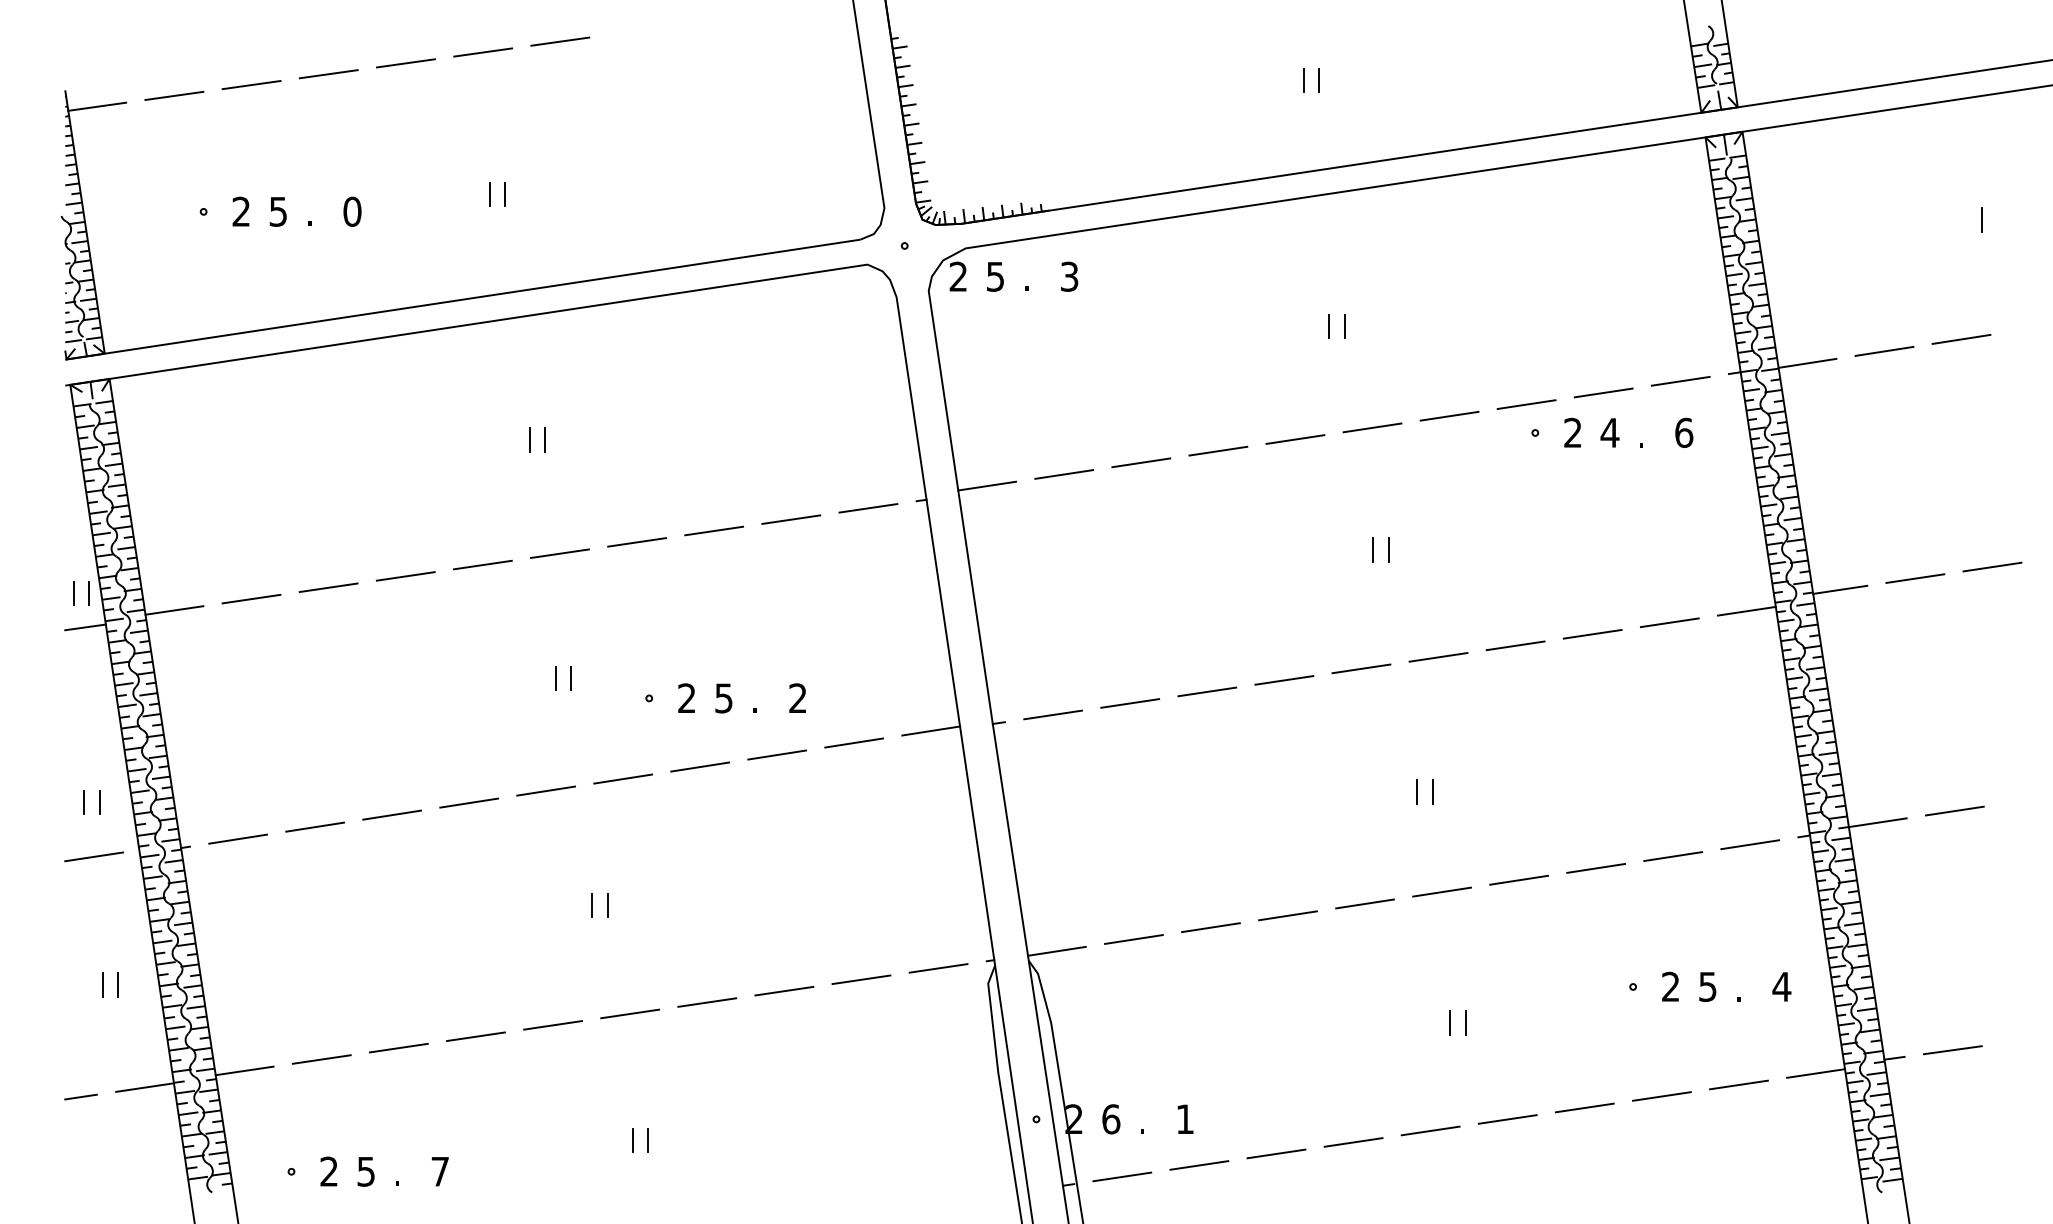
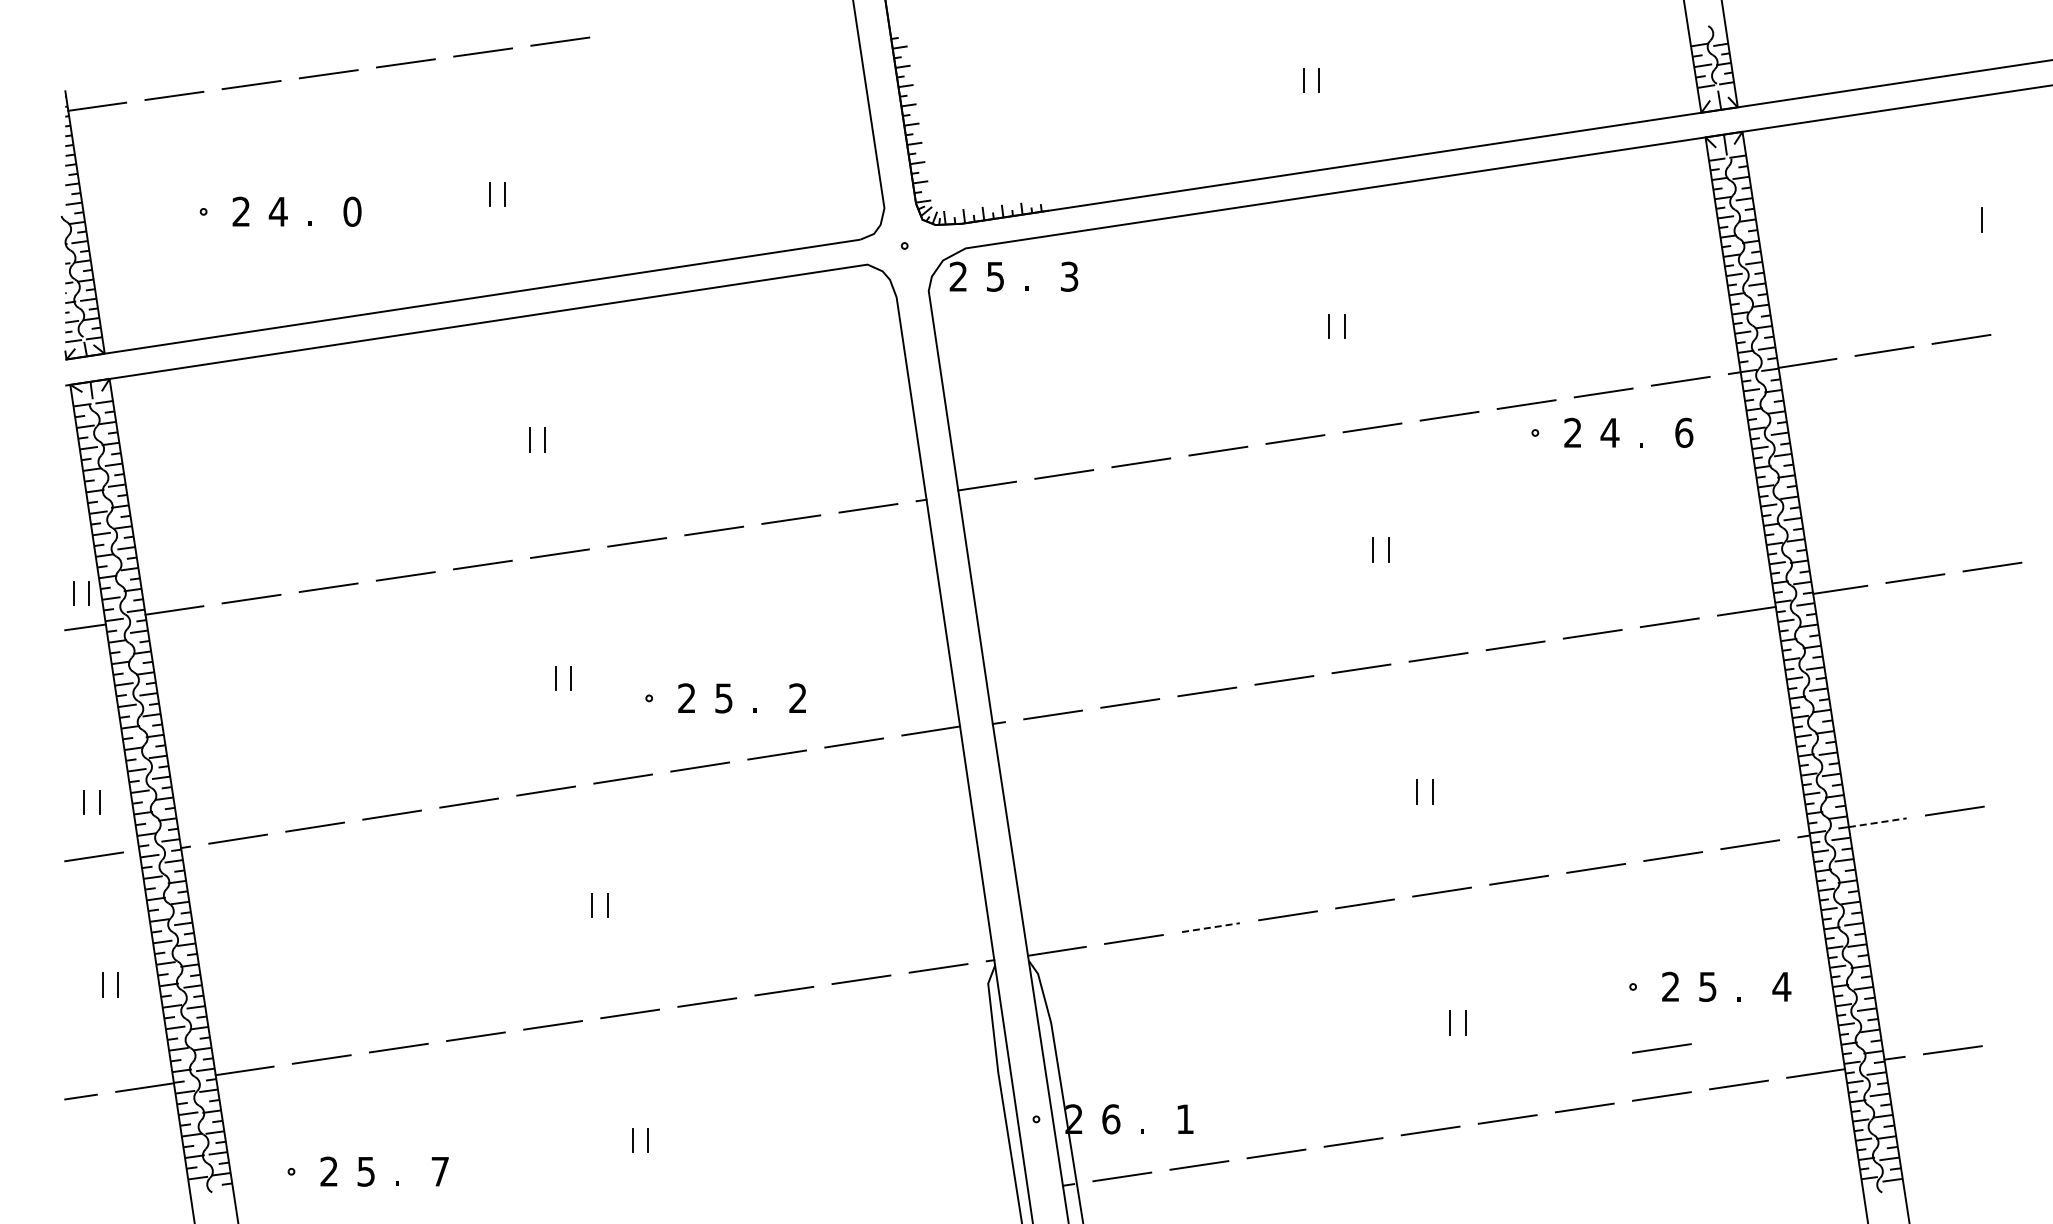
text at (277, 211): 5 -> 4
line at (1878, 822): solid -> dashed
line at (1211, 927): solid -> dashed
line at (1661, 1048): none -> present
